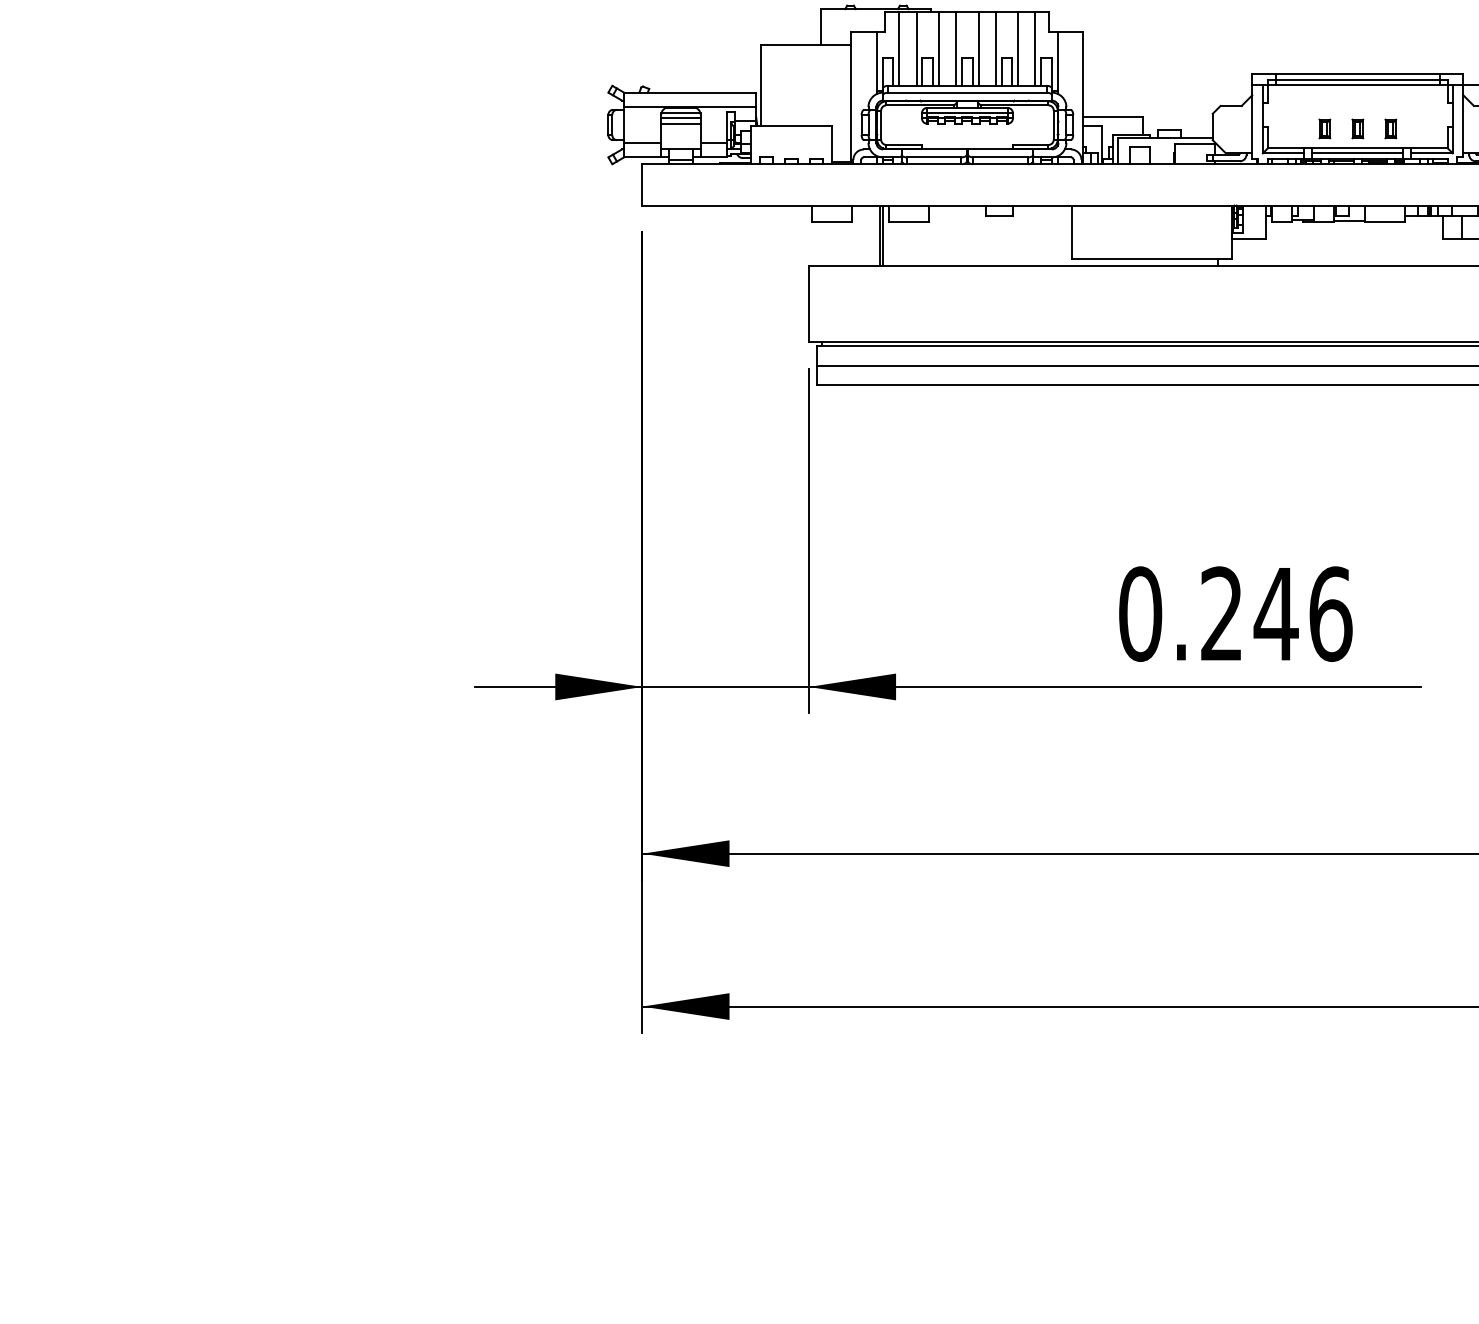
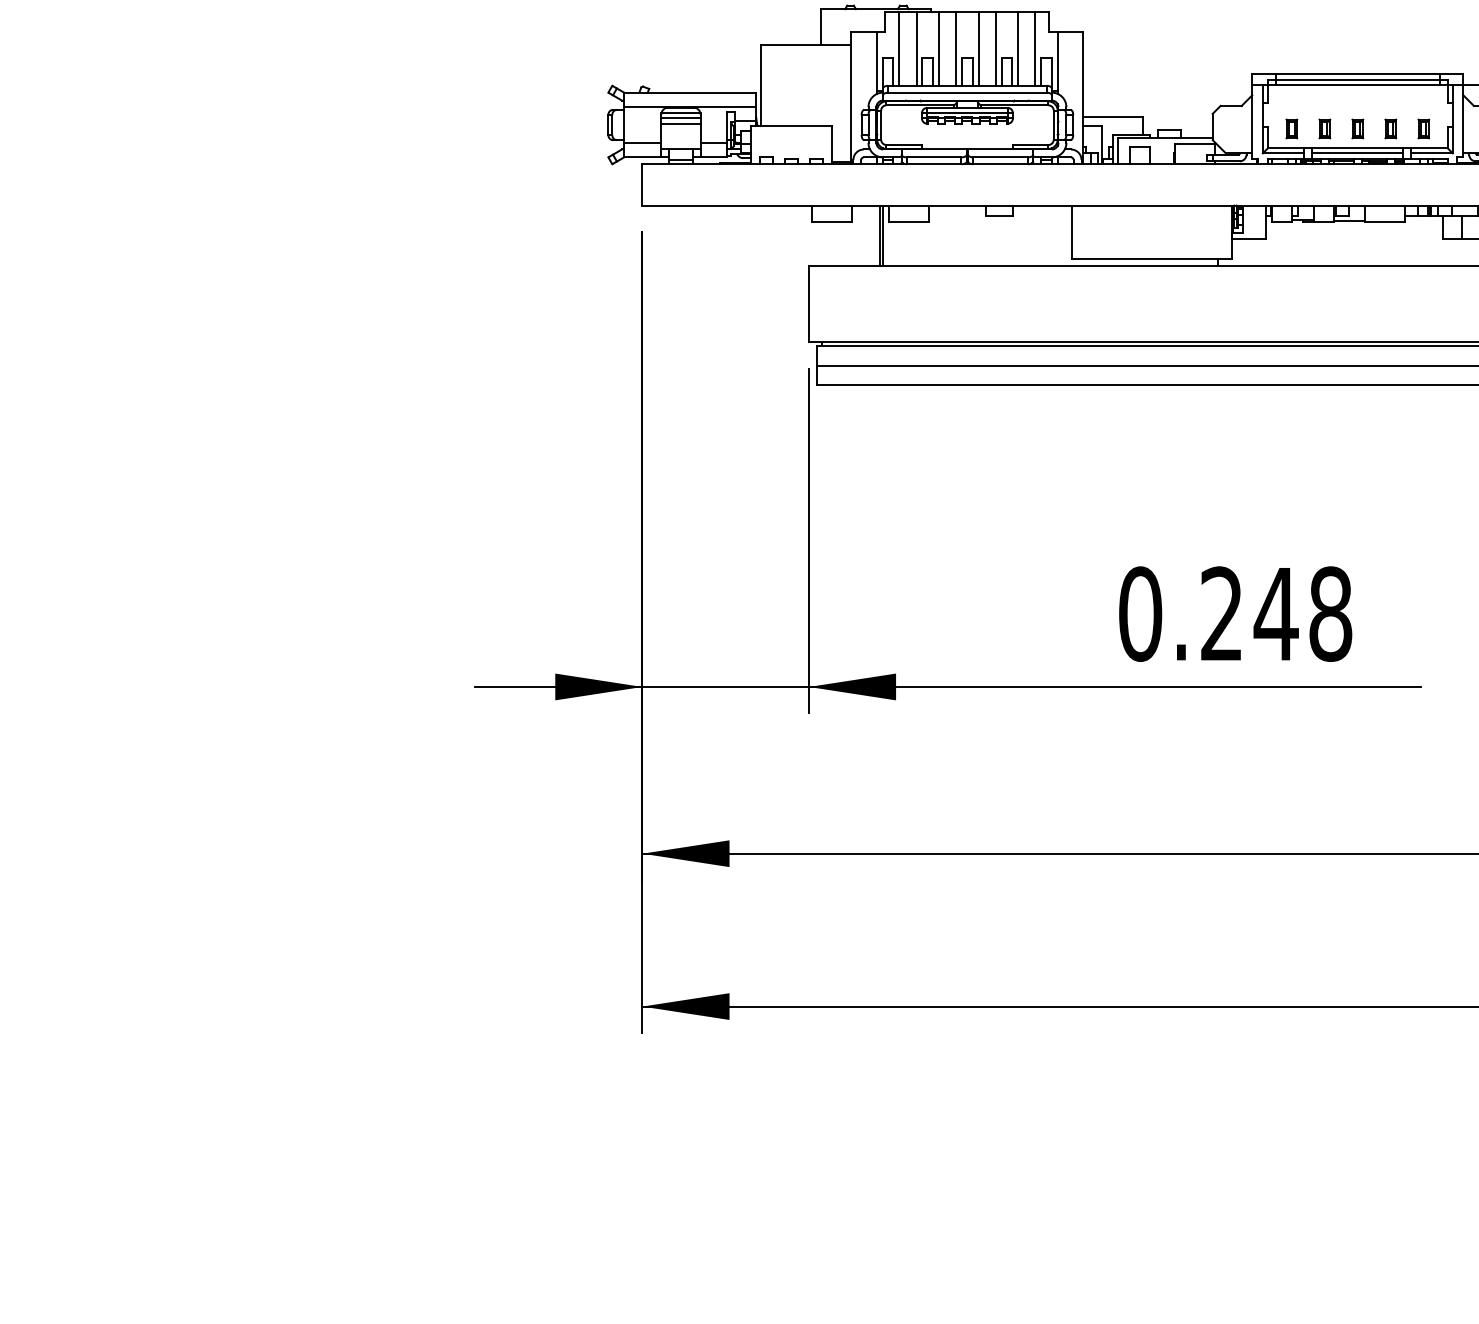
part at (1291, 128): none -> present
part at (1423, 128): none -> present
text at (1330, 613): 0.246 -> 0.248
